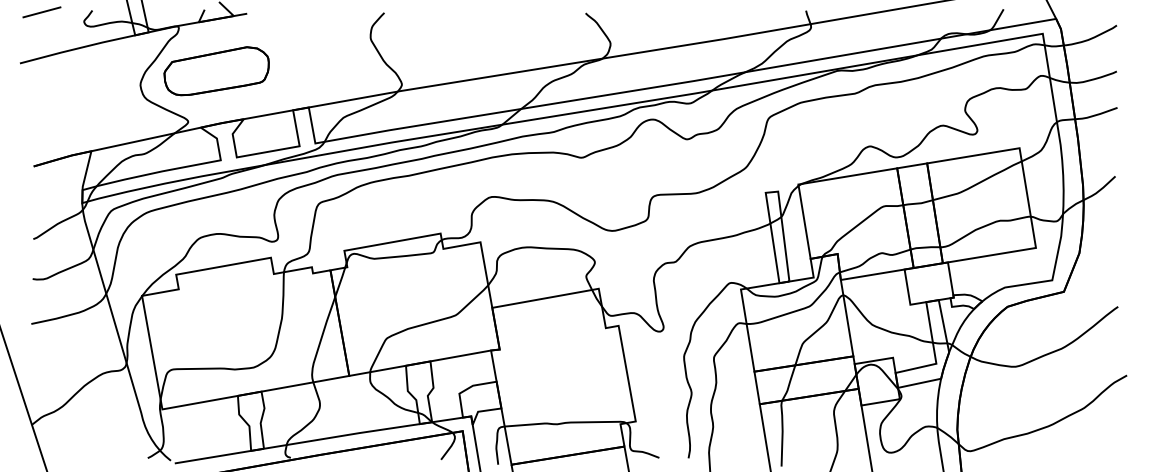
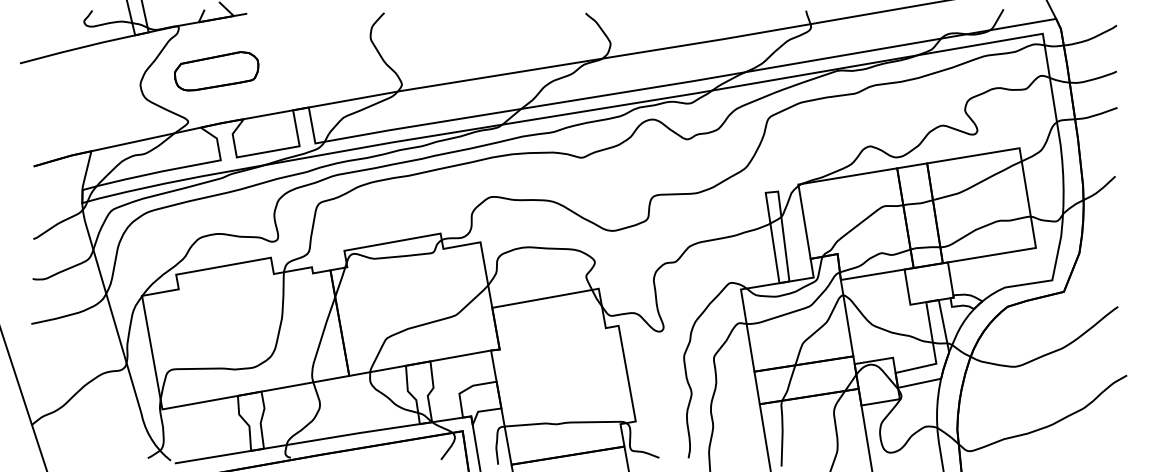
line at (41, 12): present -> none
part at (216, 71) size: 107x51 px -> 86x41 px
